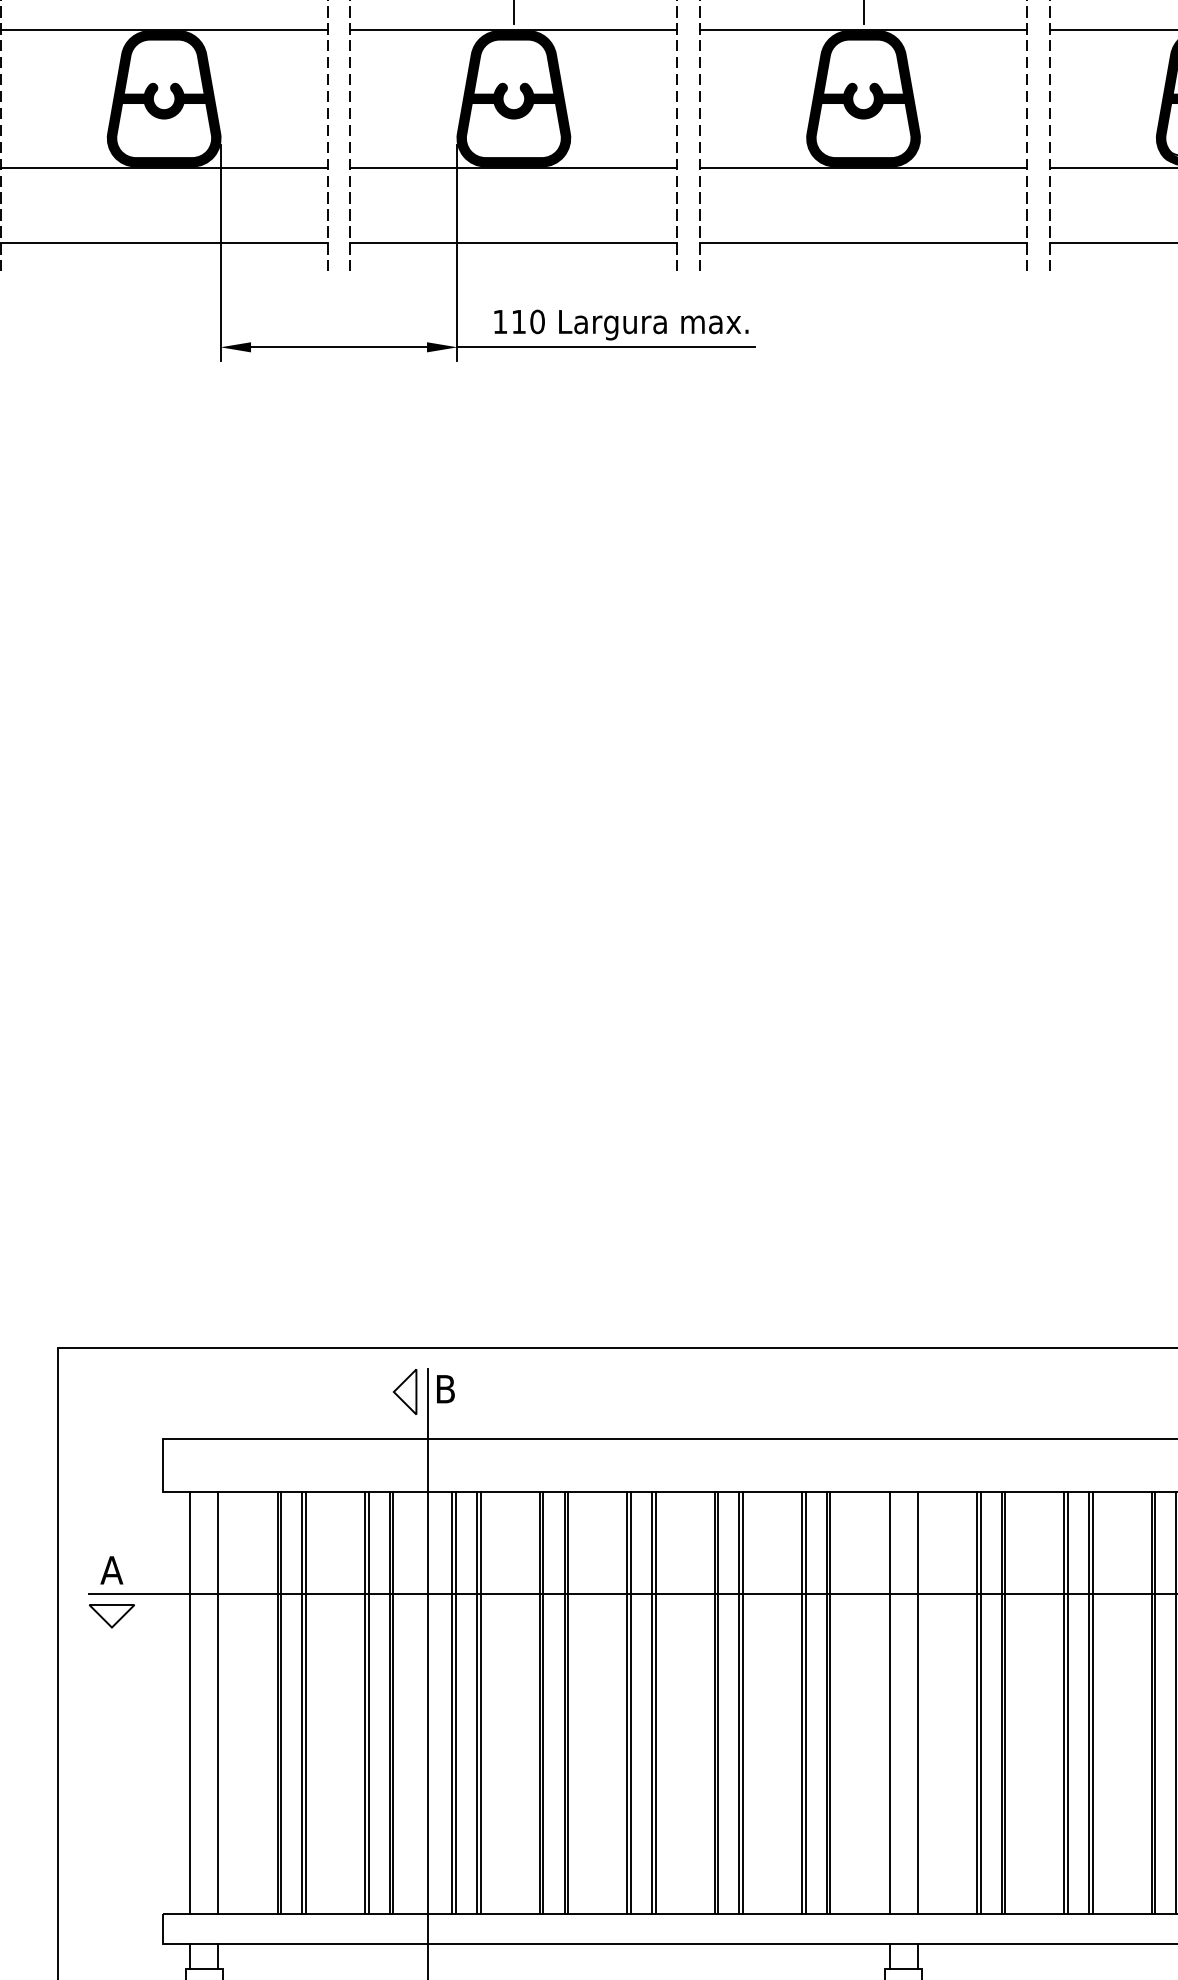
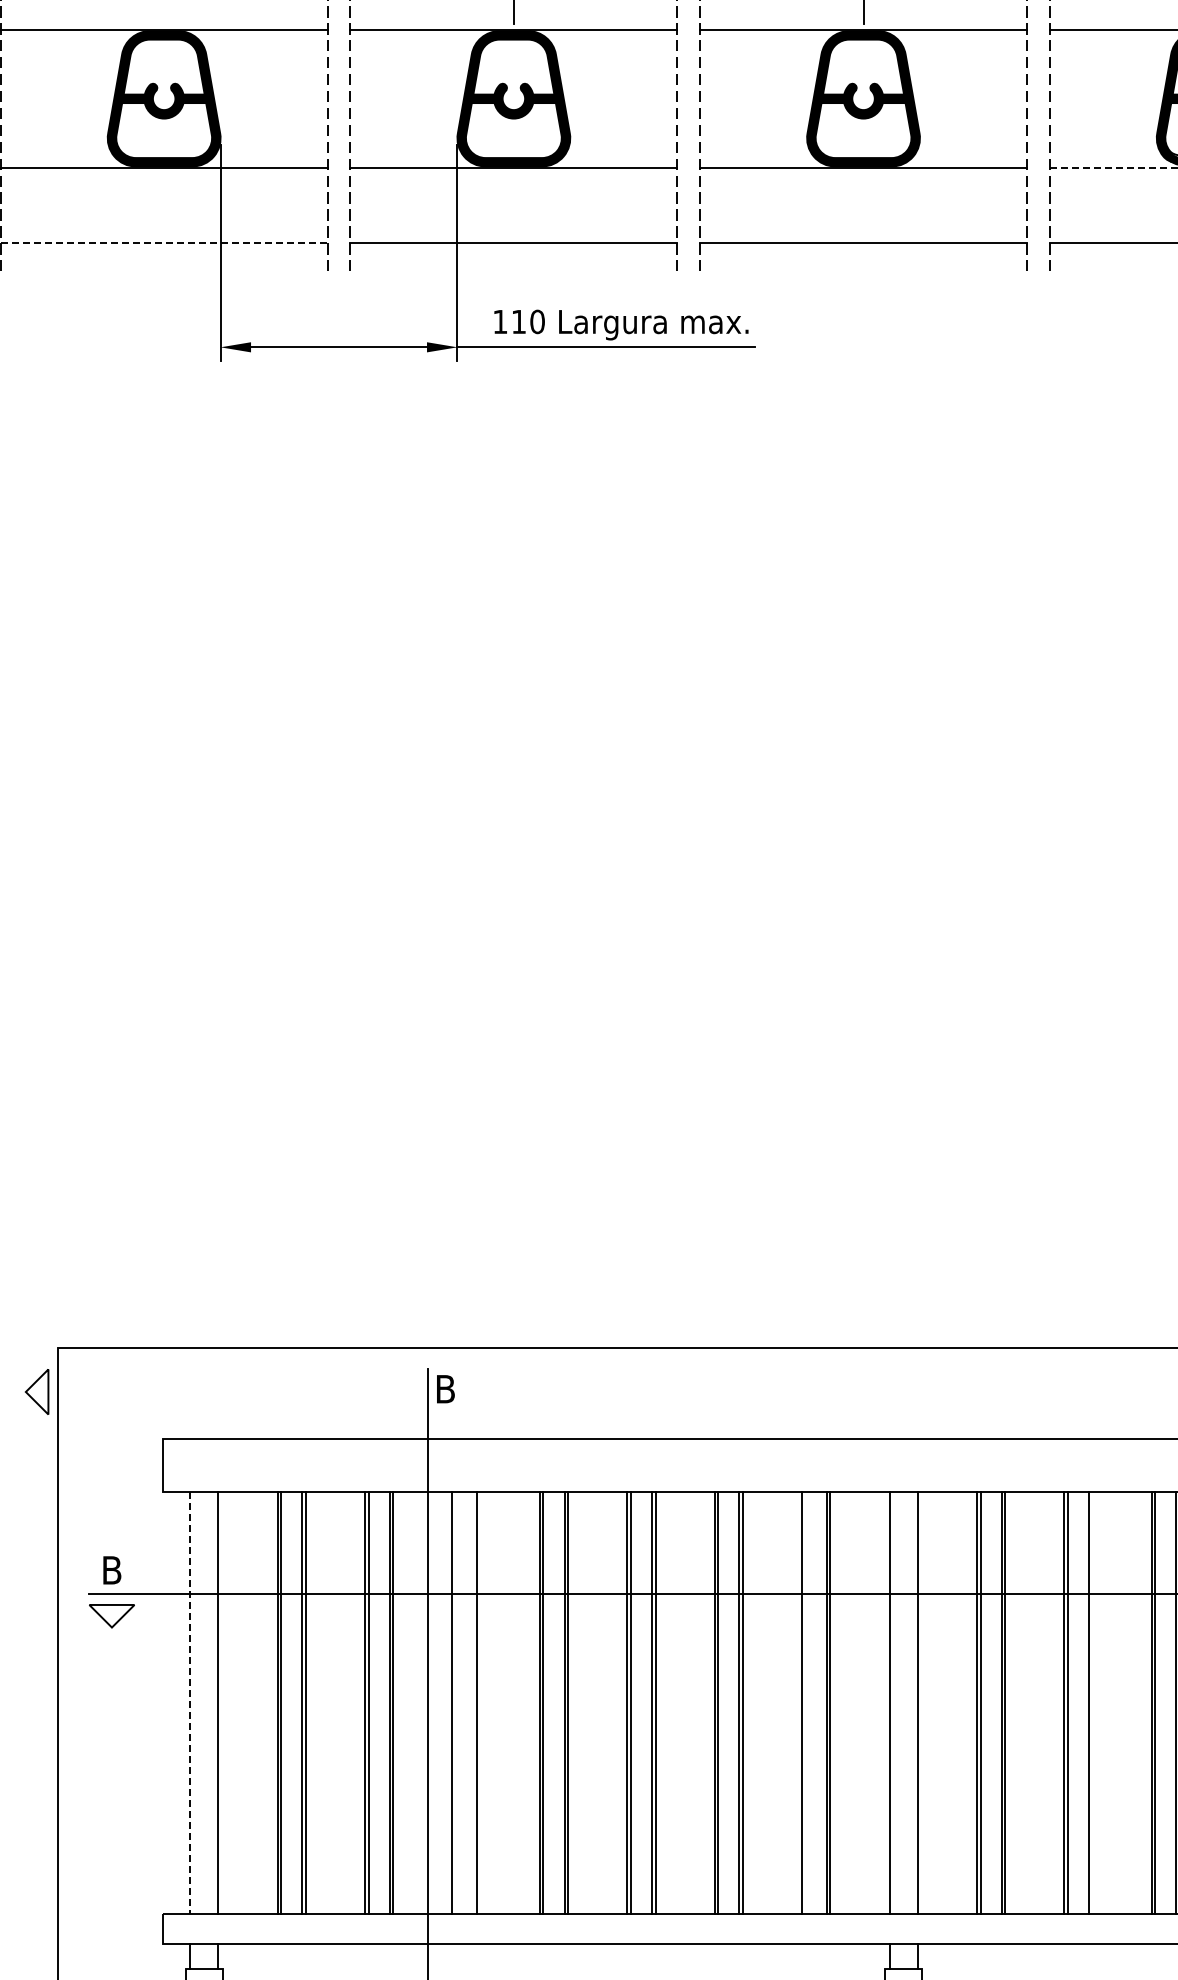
line at (1113, 167): solid -> dashed
line at (164, 242): solid -> dashed
part at (404, 1391) position: (404, 1391) -> (36, 1391)
text at (111, 1570): A -> B
line at (456, 1702): present -> none
line at (480, 1702): present -> none
line at (805, 1702): present -> none
line at (1092, 1702): present -> none
line at (190, 1703): solid -> dashed
